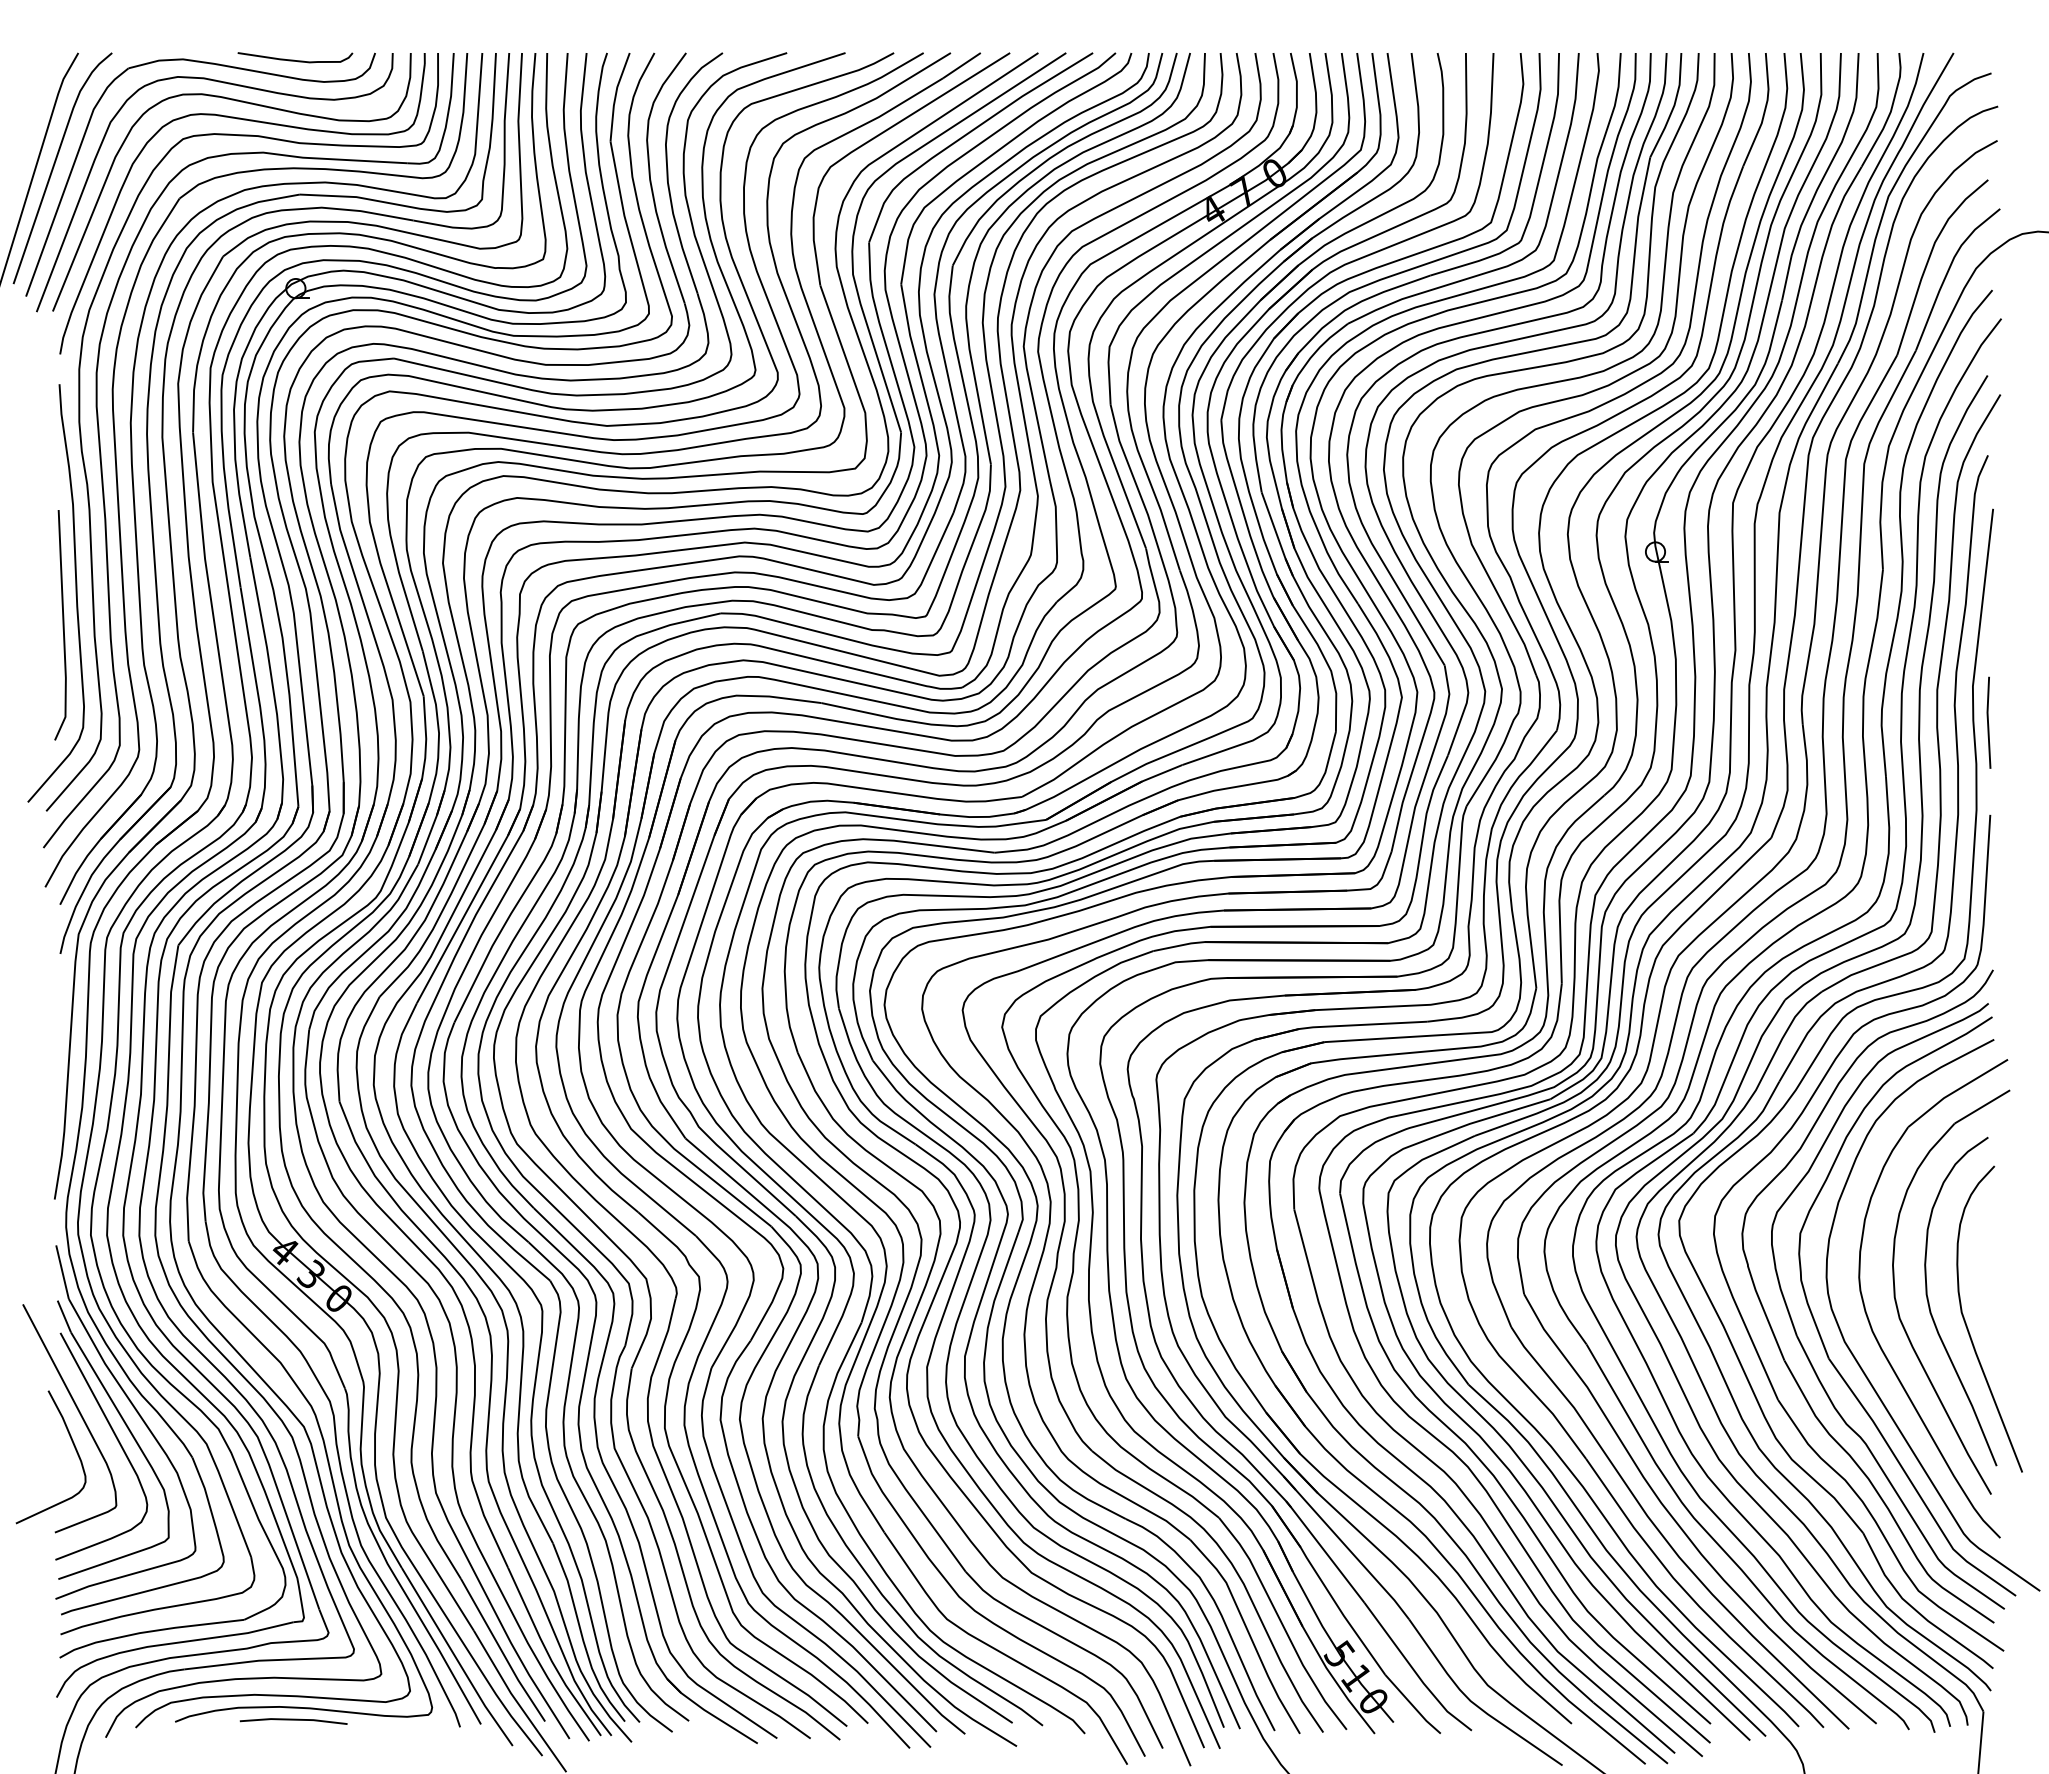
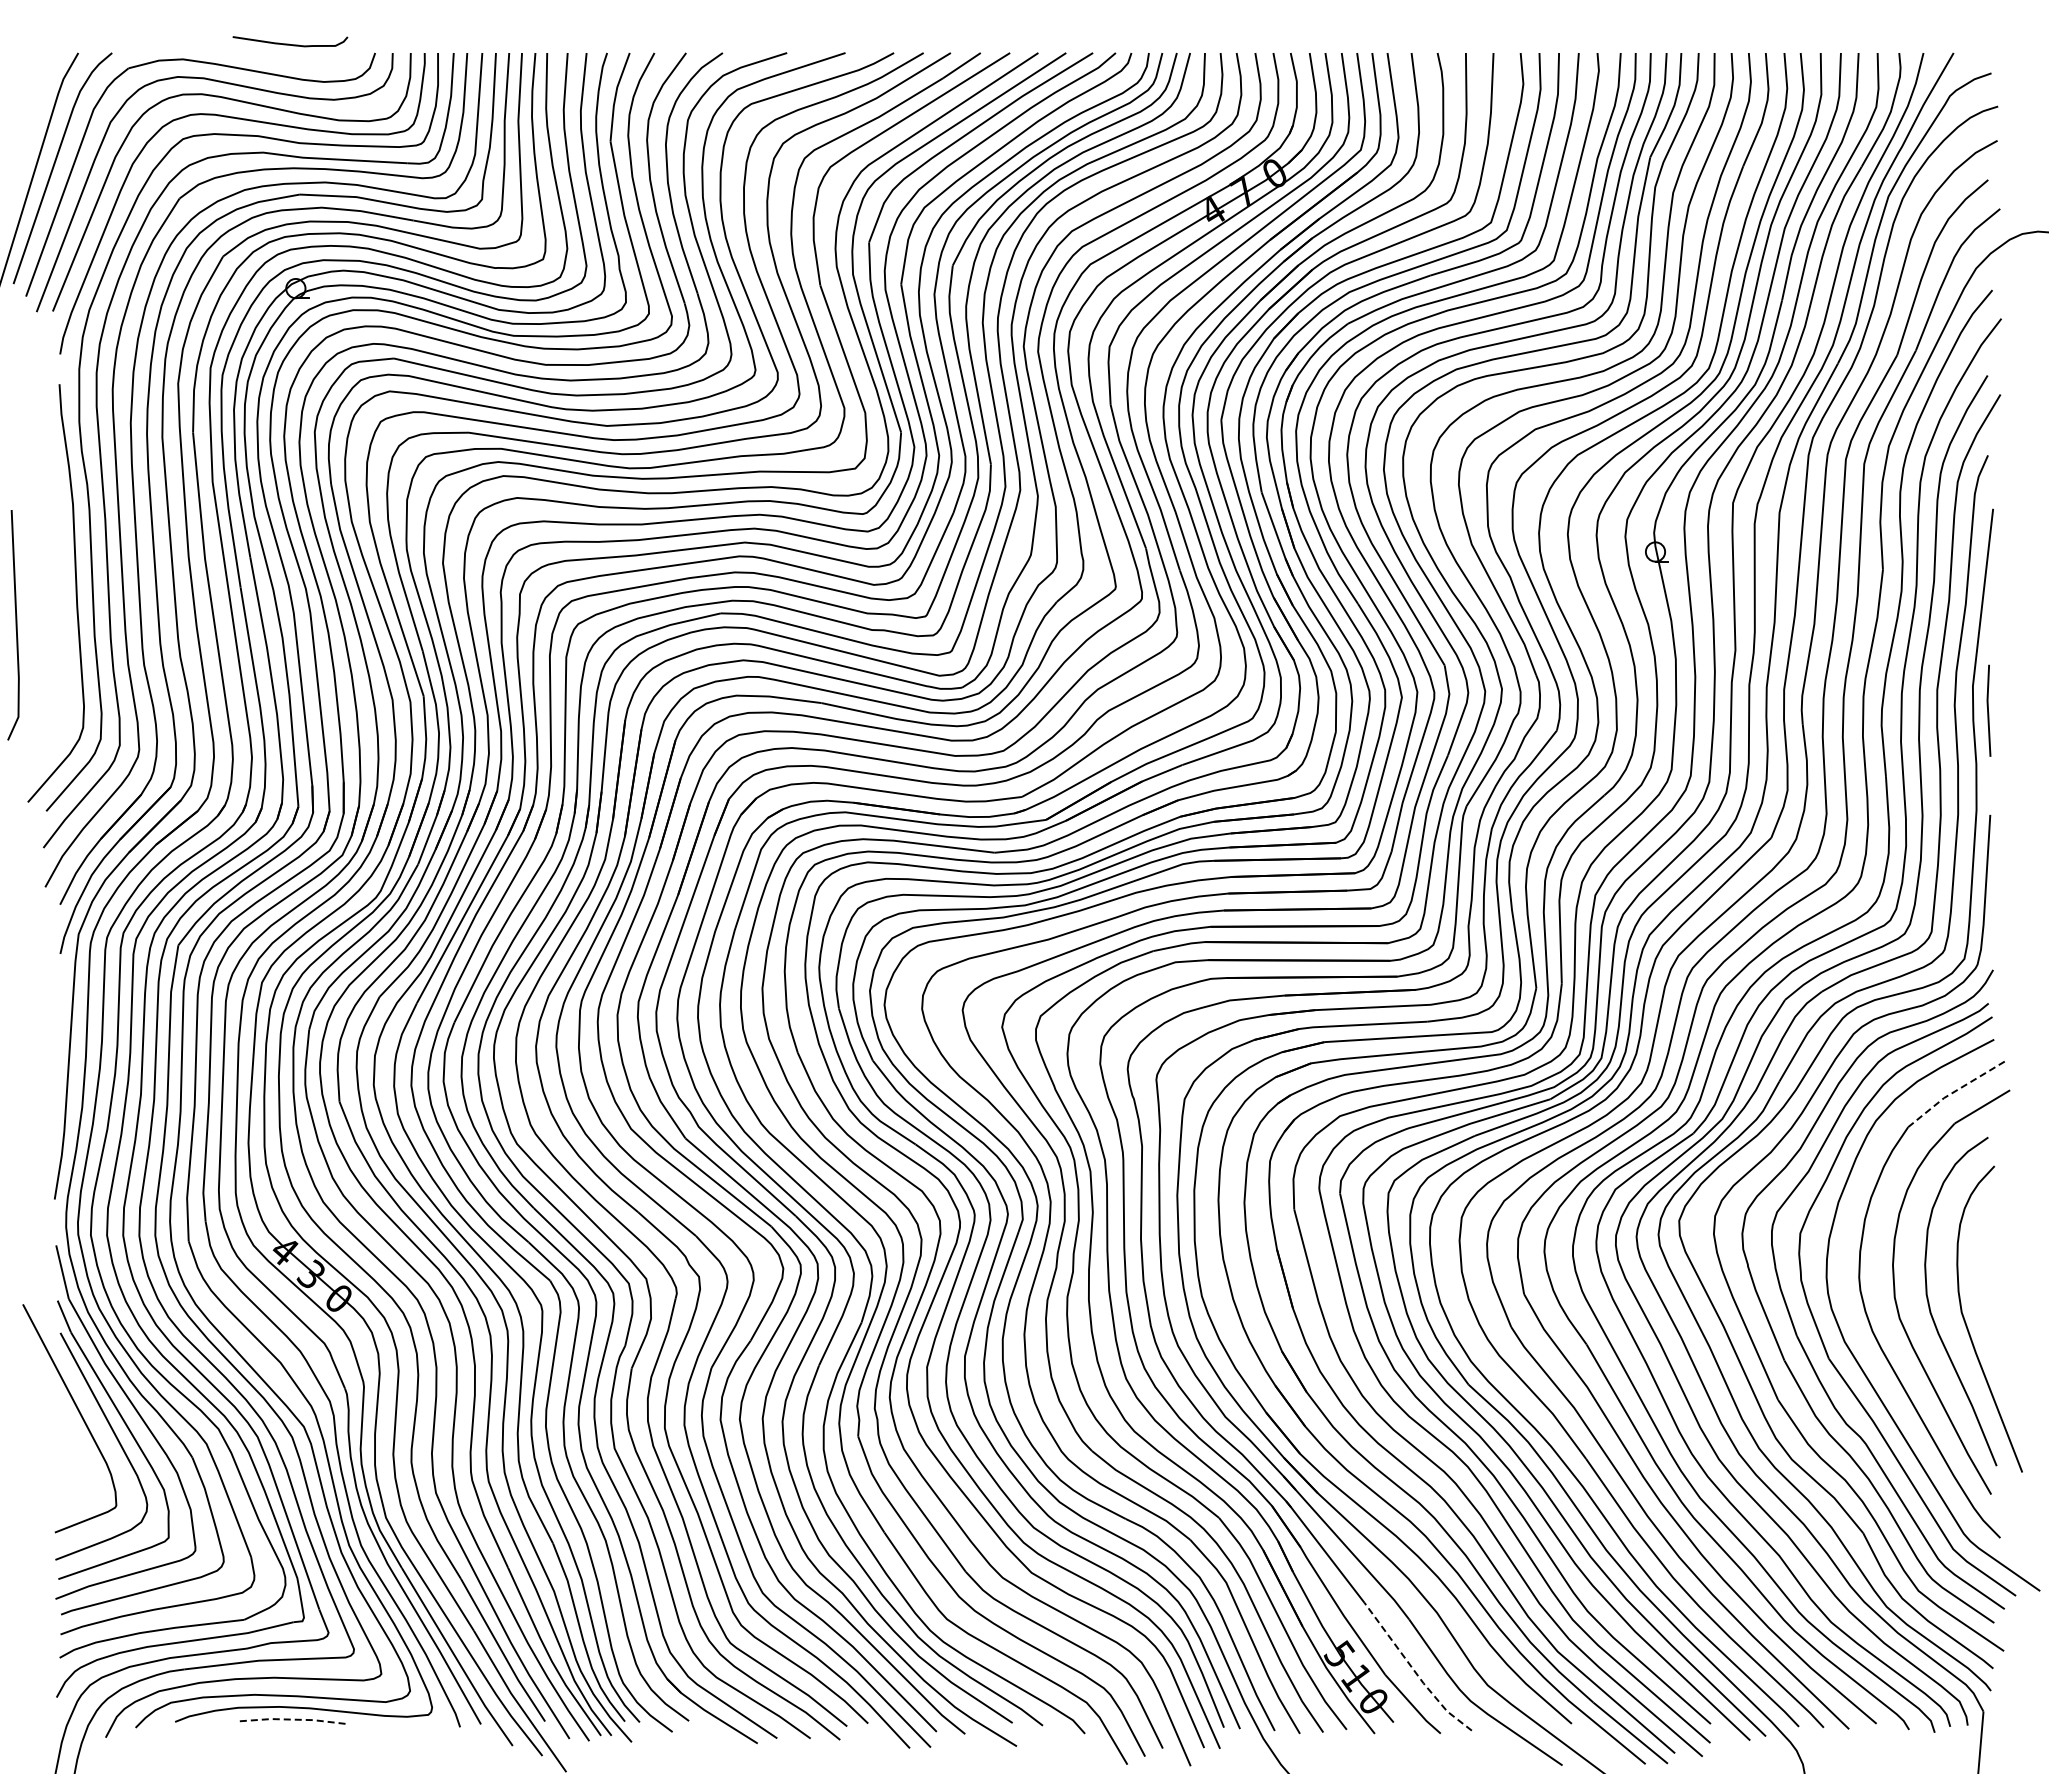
curve at (294, 59) position: (294, 59) -> (289, 43)
line at (62, 625) position: (62, 625) -> (15, 625)
line at (1988, 722) position: (1988, 722) -> (1988, 710)
line at (1955, 1090): solid -> dashed
curve at (73, 1446): present -> none
line at (1414, 1671): solid -> dashed
line at (293, 1719): solid -> dashed
